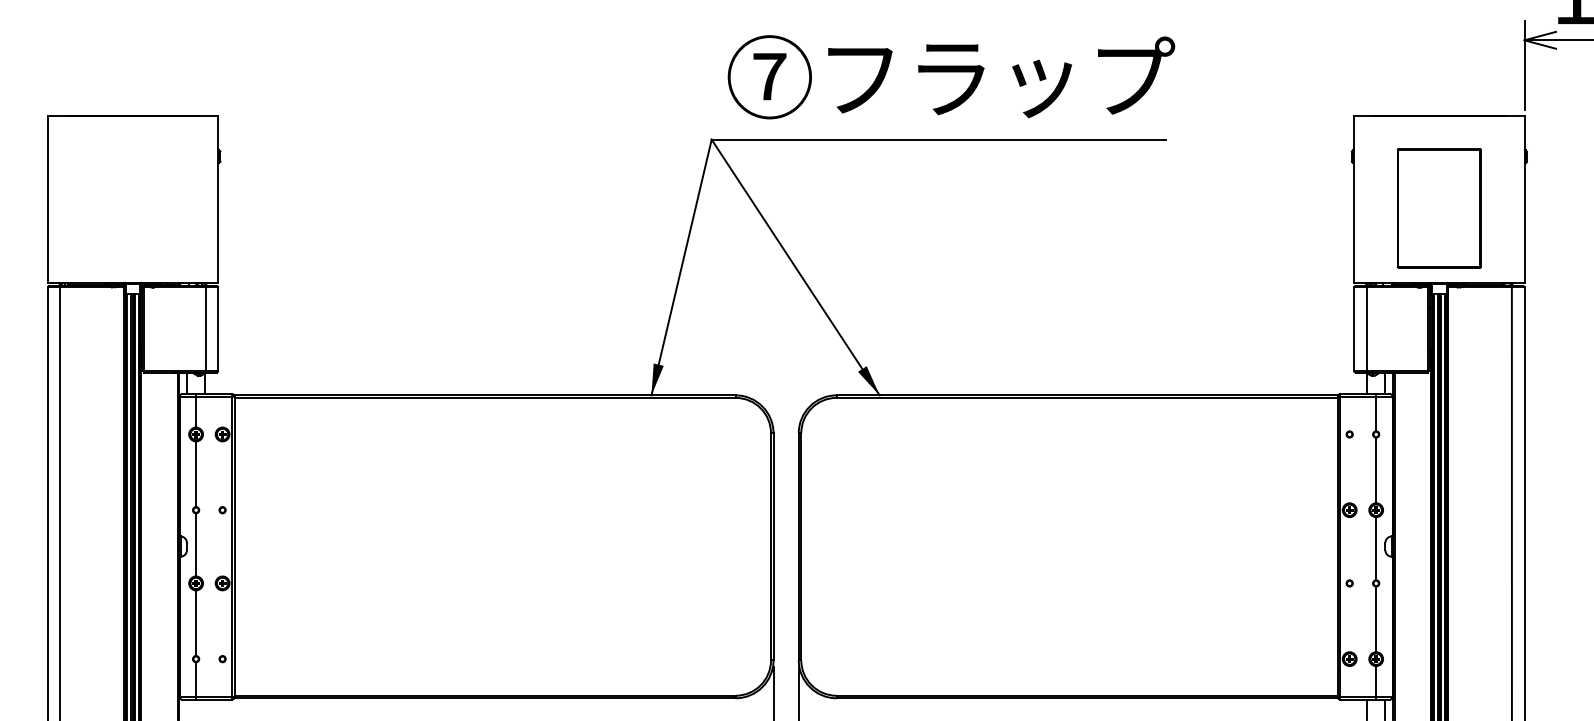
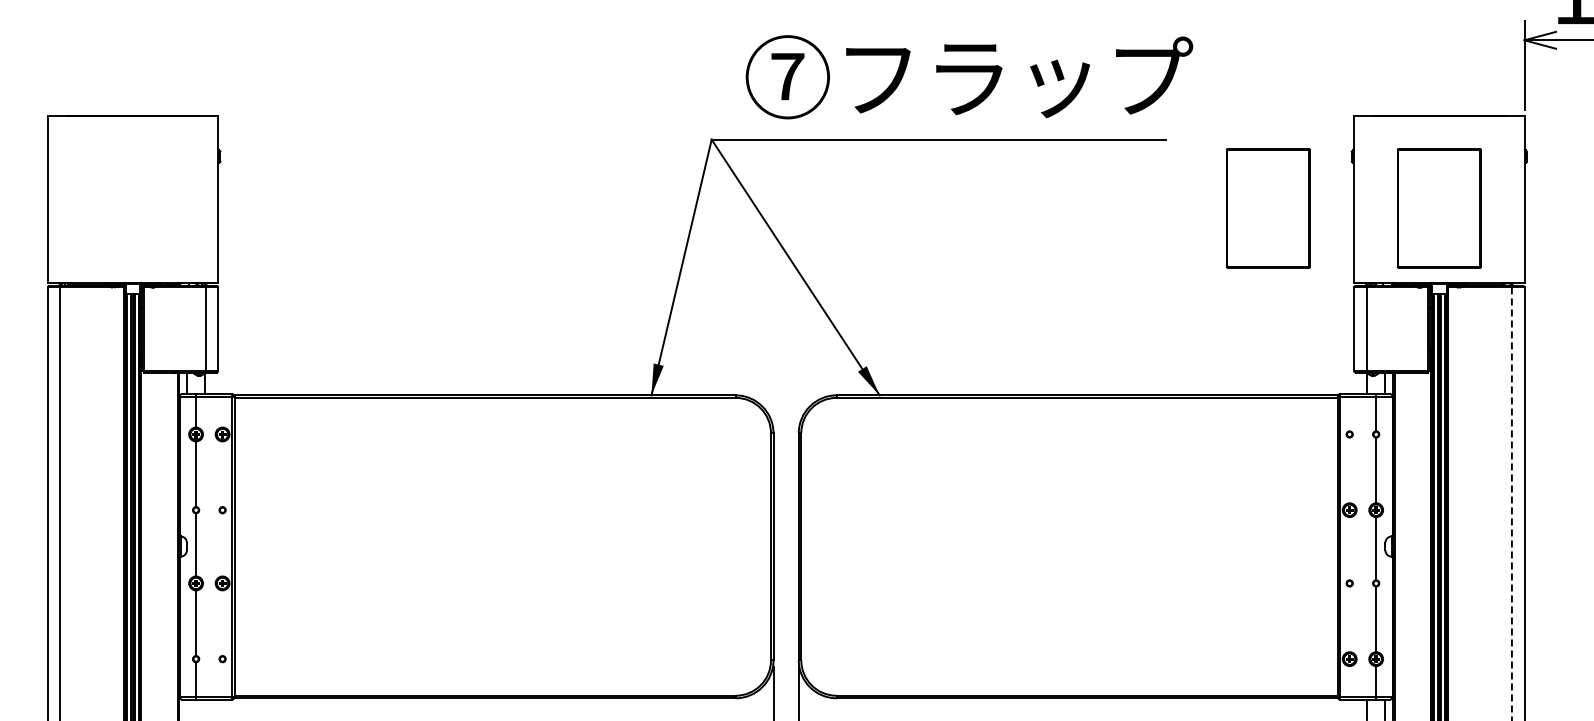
text at (951, 77) position: (951, 77) -> (969, 77)
part at (1267, 208): none -> present
line at (1511, 504): solid -> dashed
